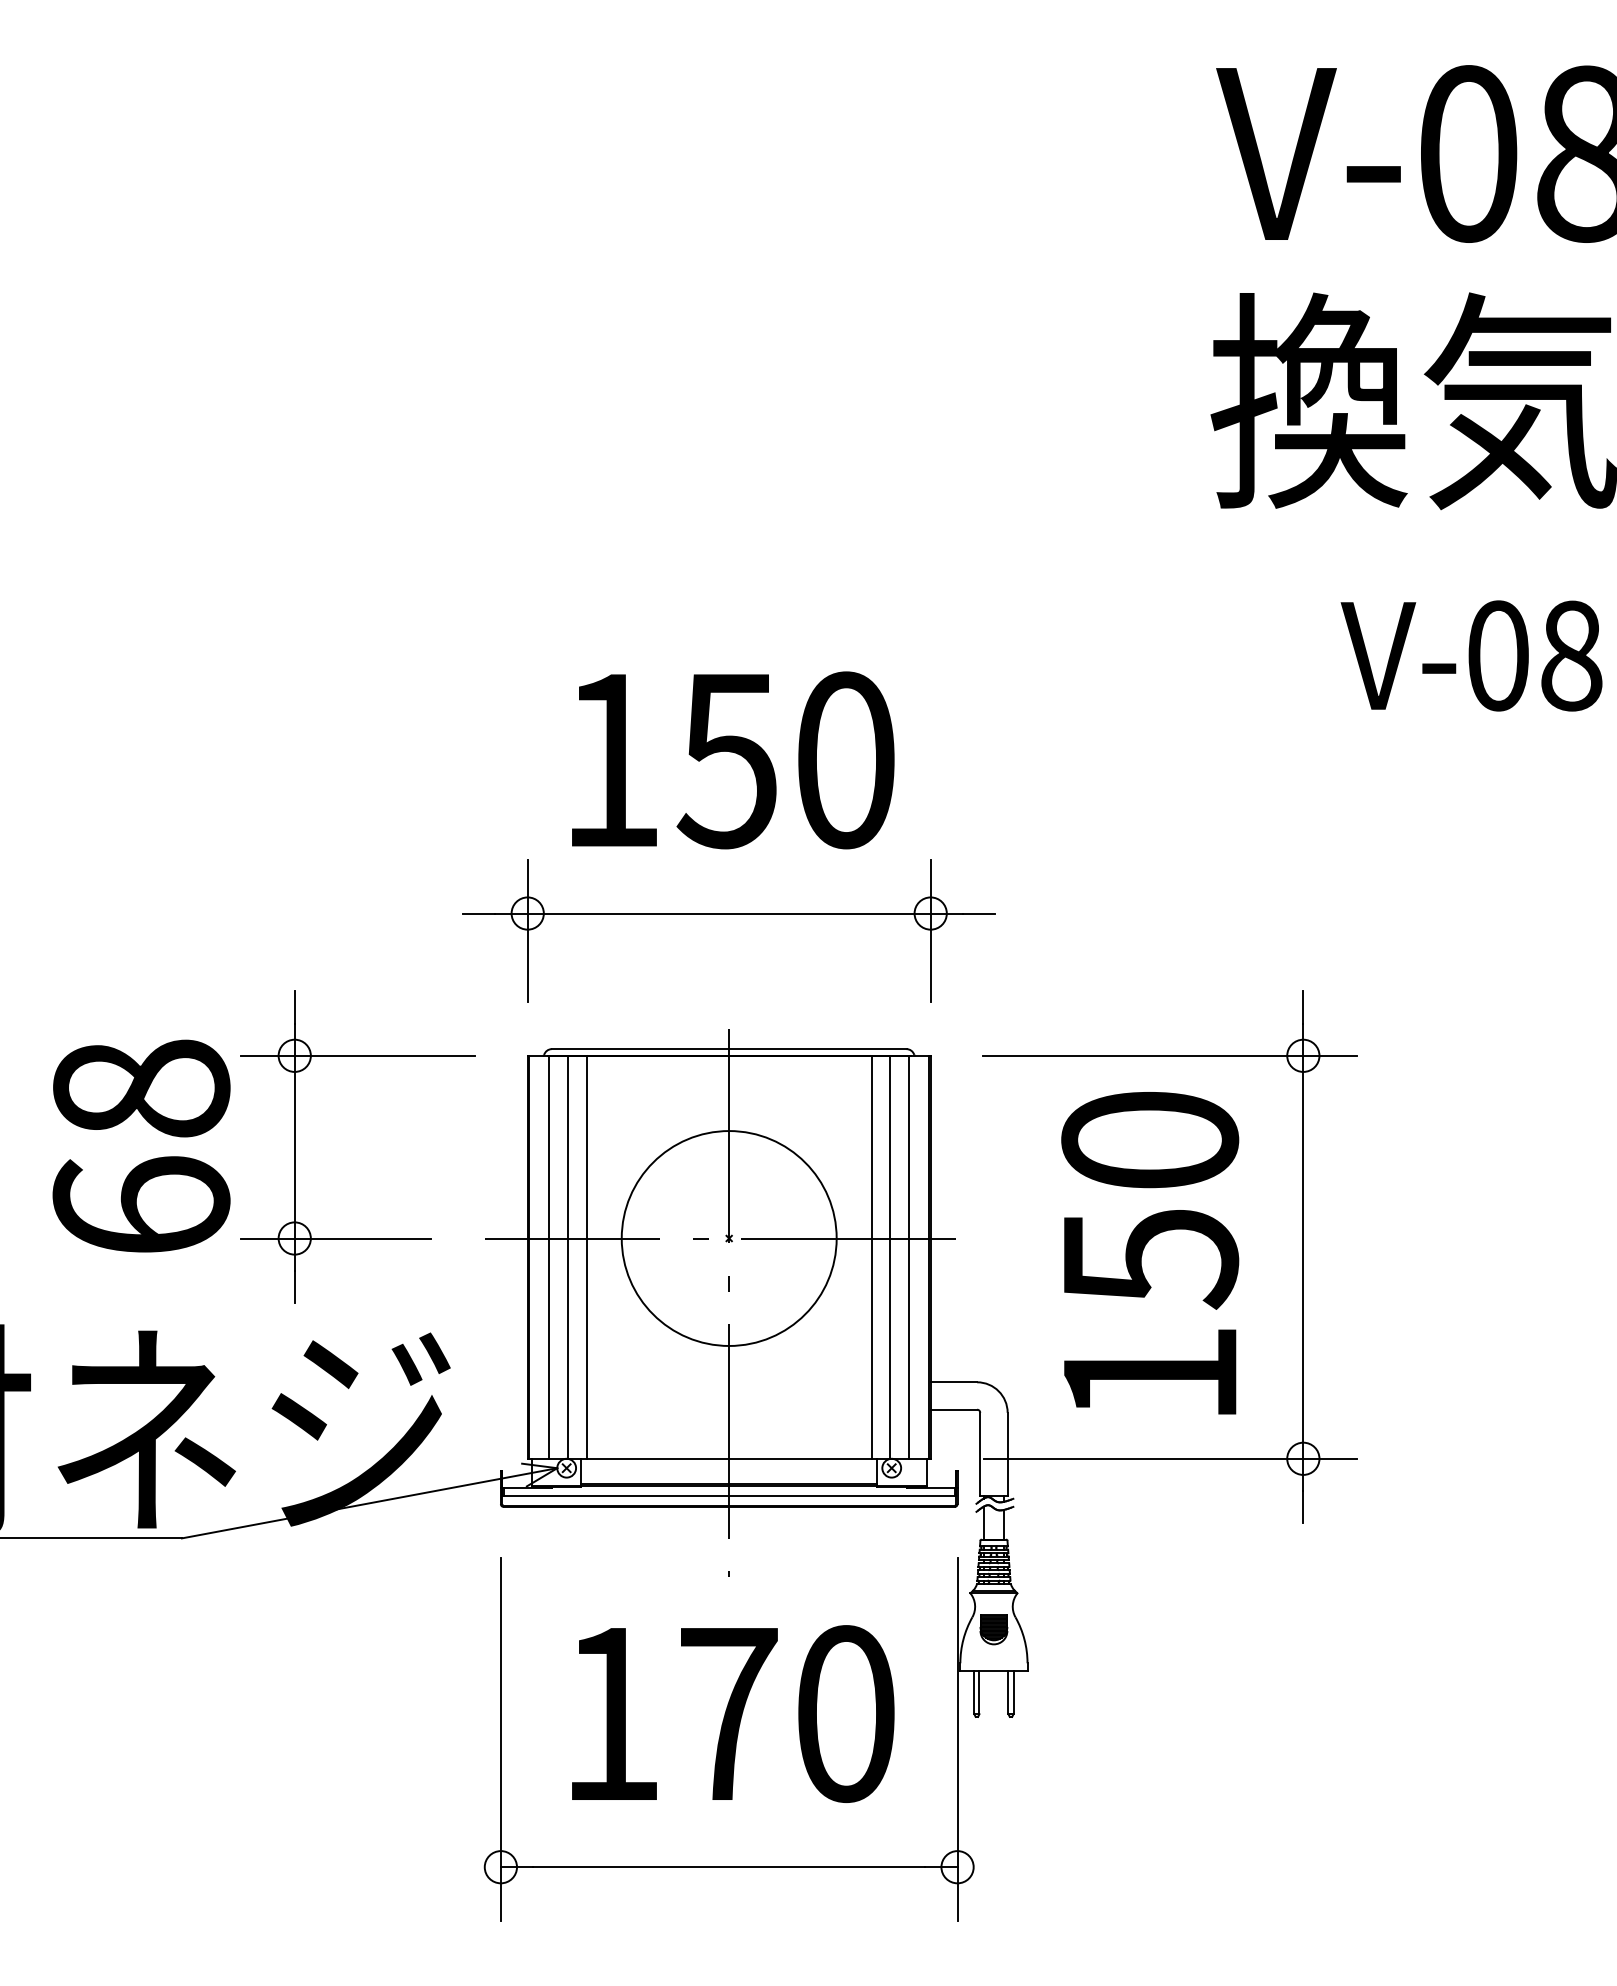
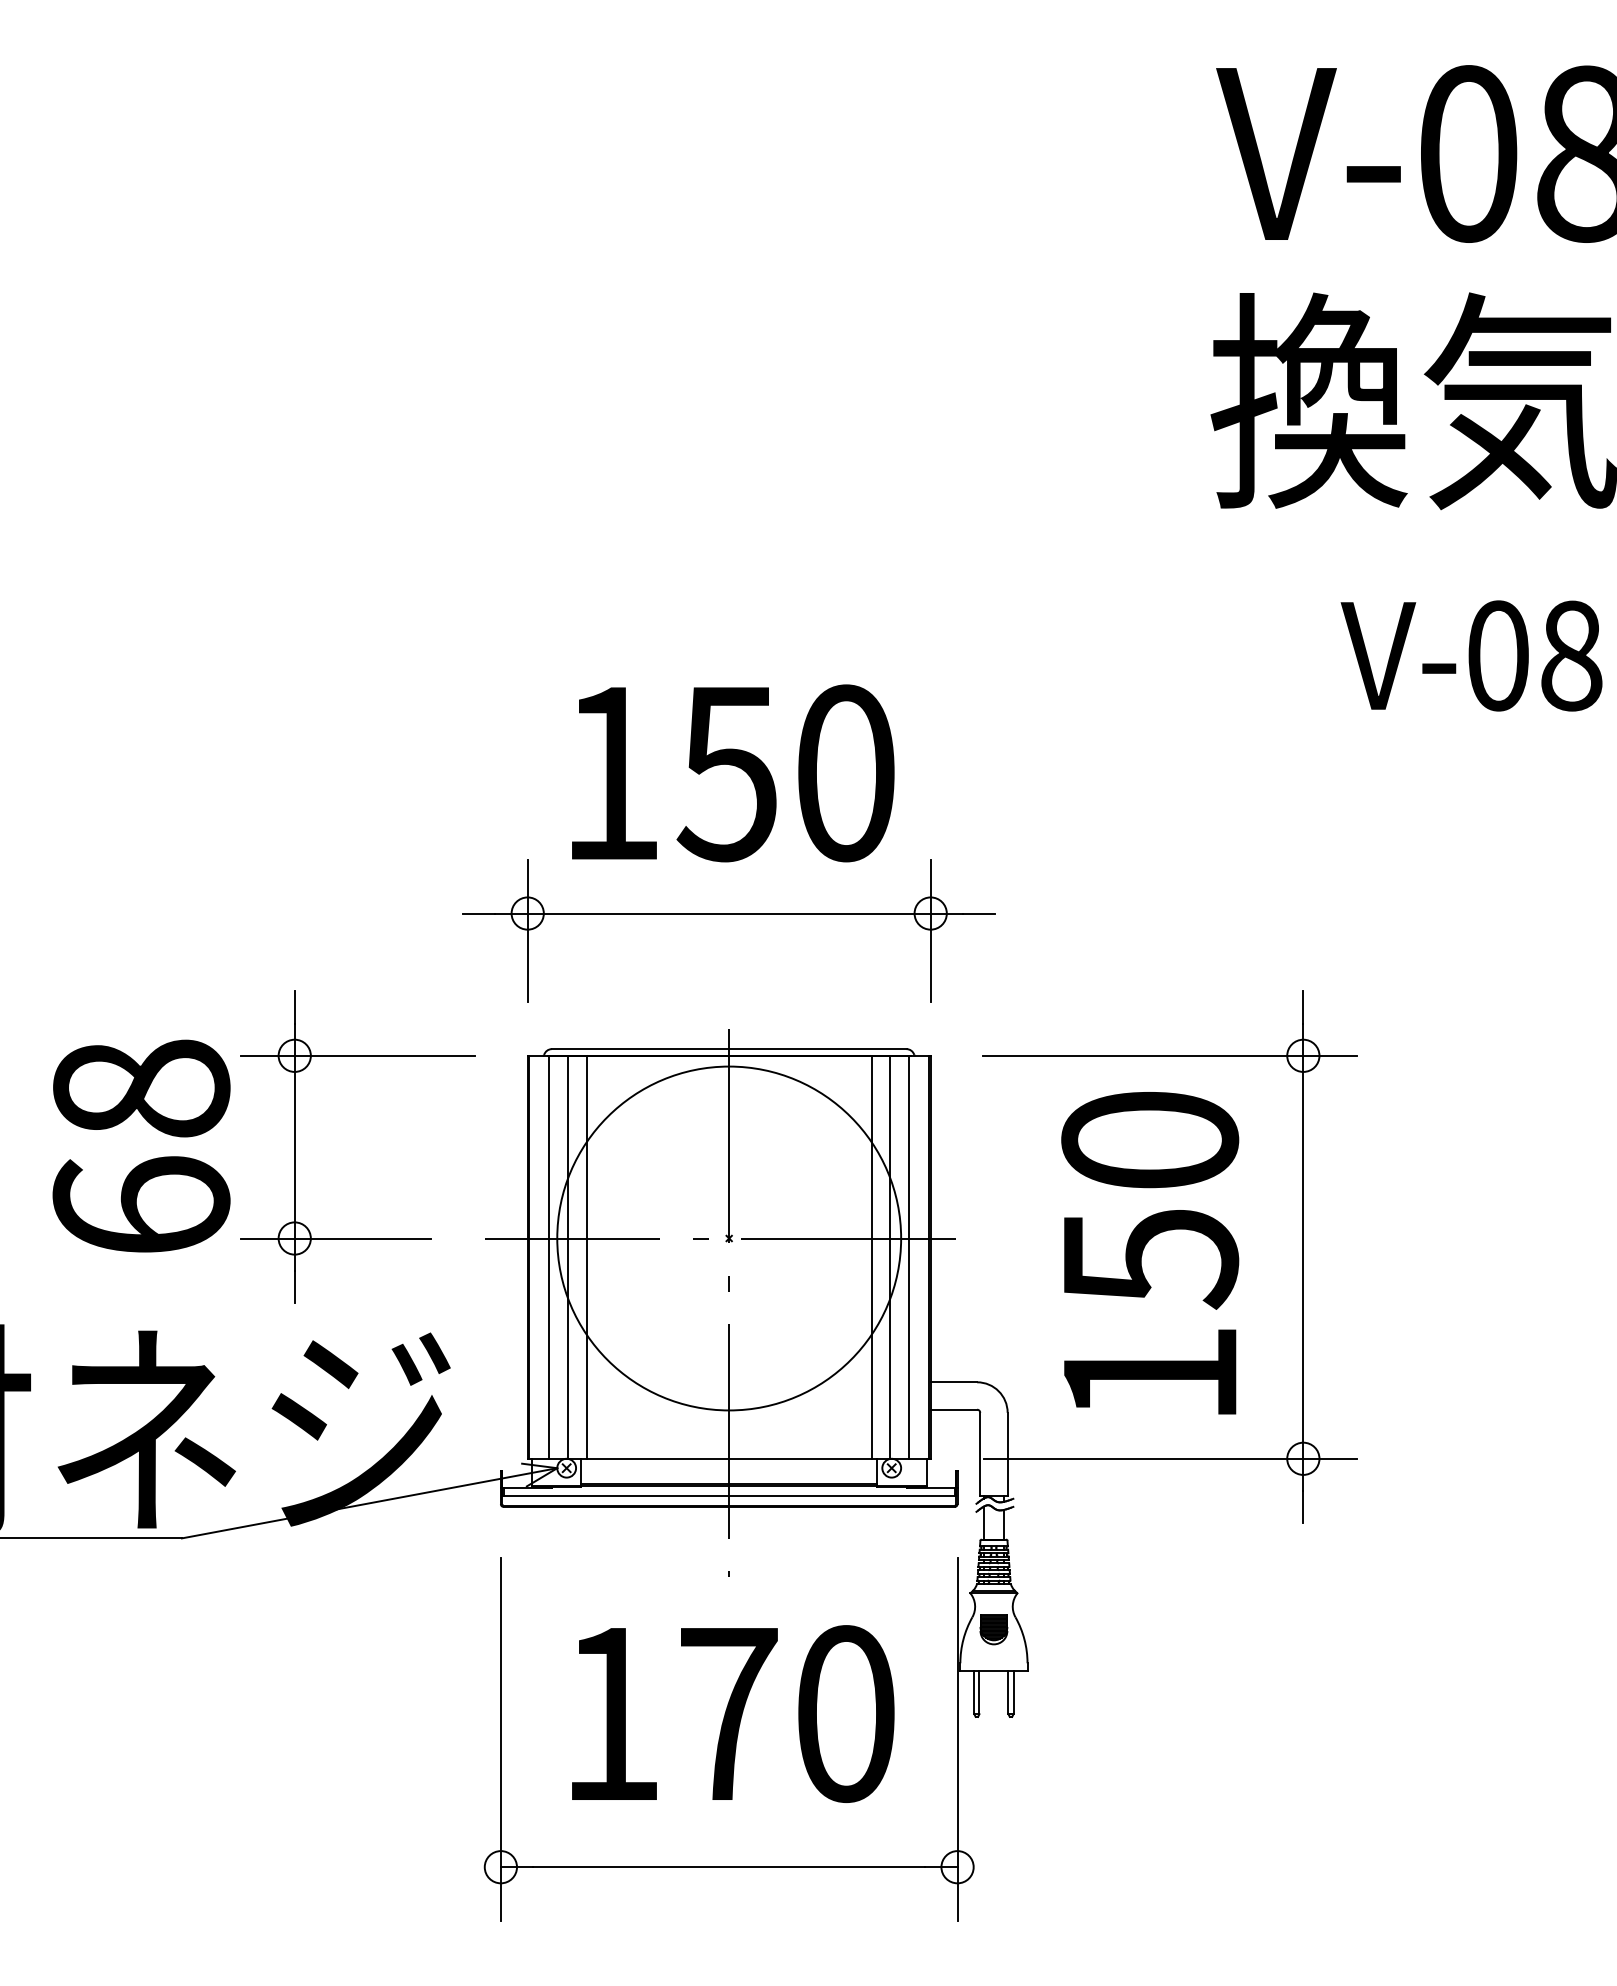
text at (733, 760) position: (733, 760) -> (733, 773)
circle at (728, 1238) diameter: 215 px -> 344 px
